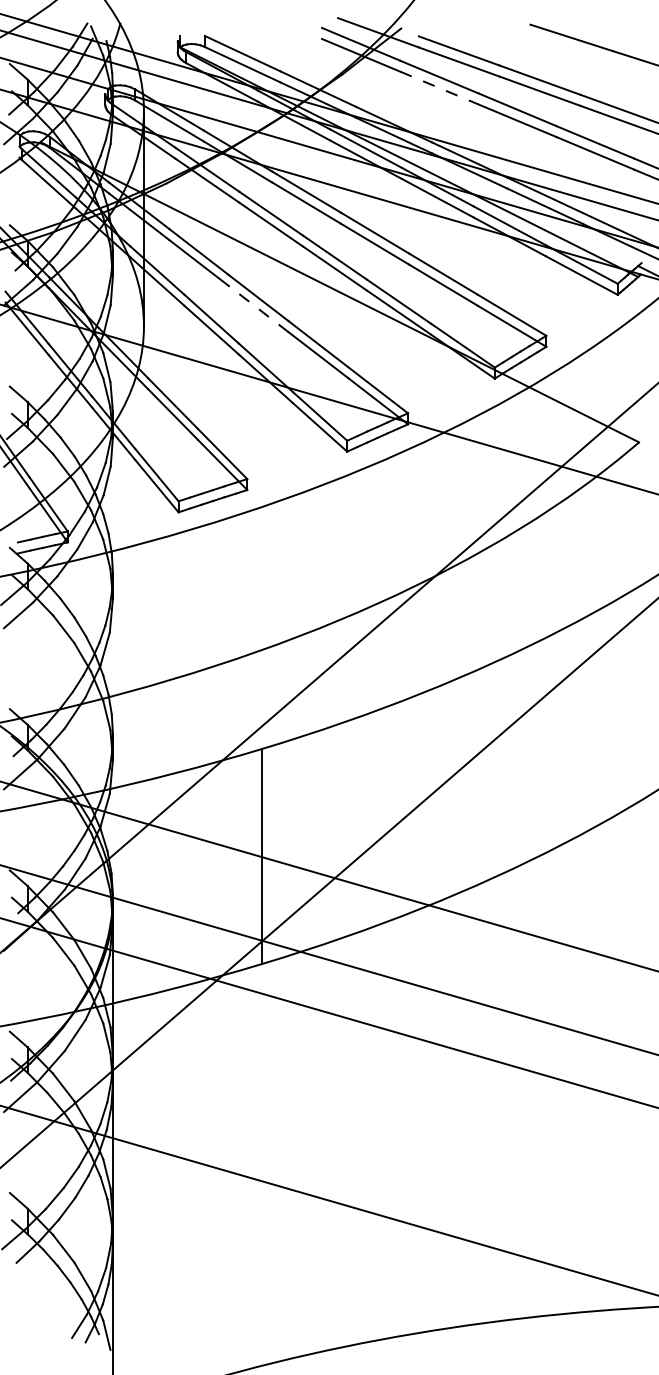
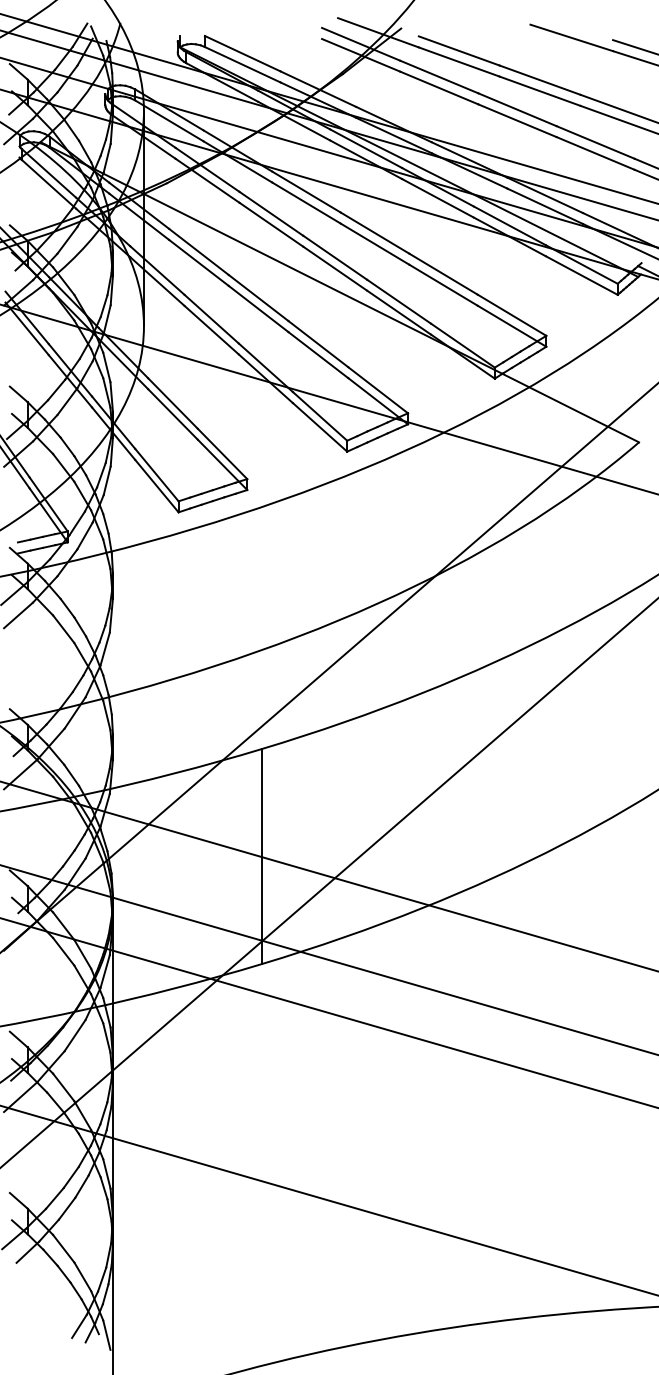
line at (634, 46): none -> present
line at (439, 88): dashed -> solid
line at (258, 309): dashed -> solid
